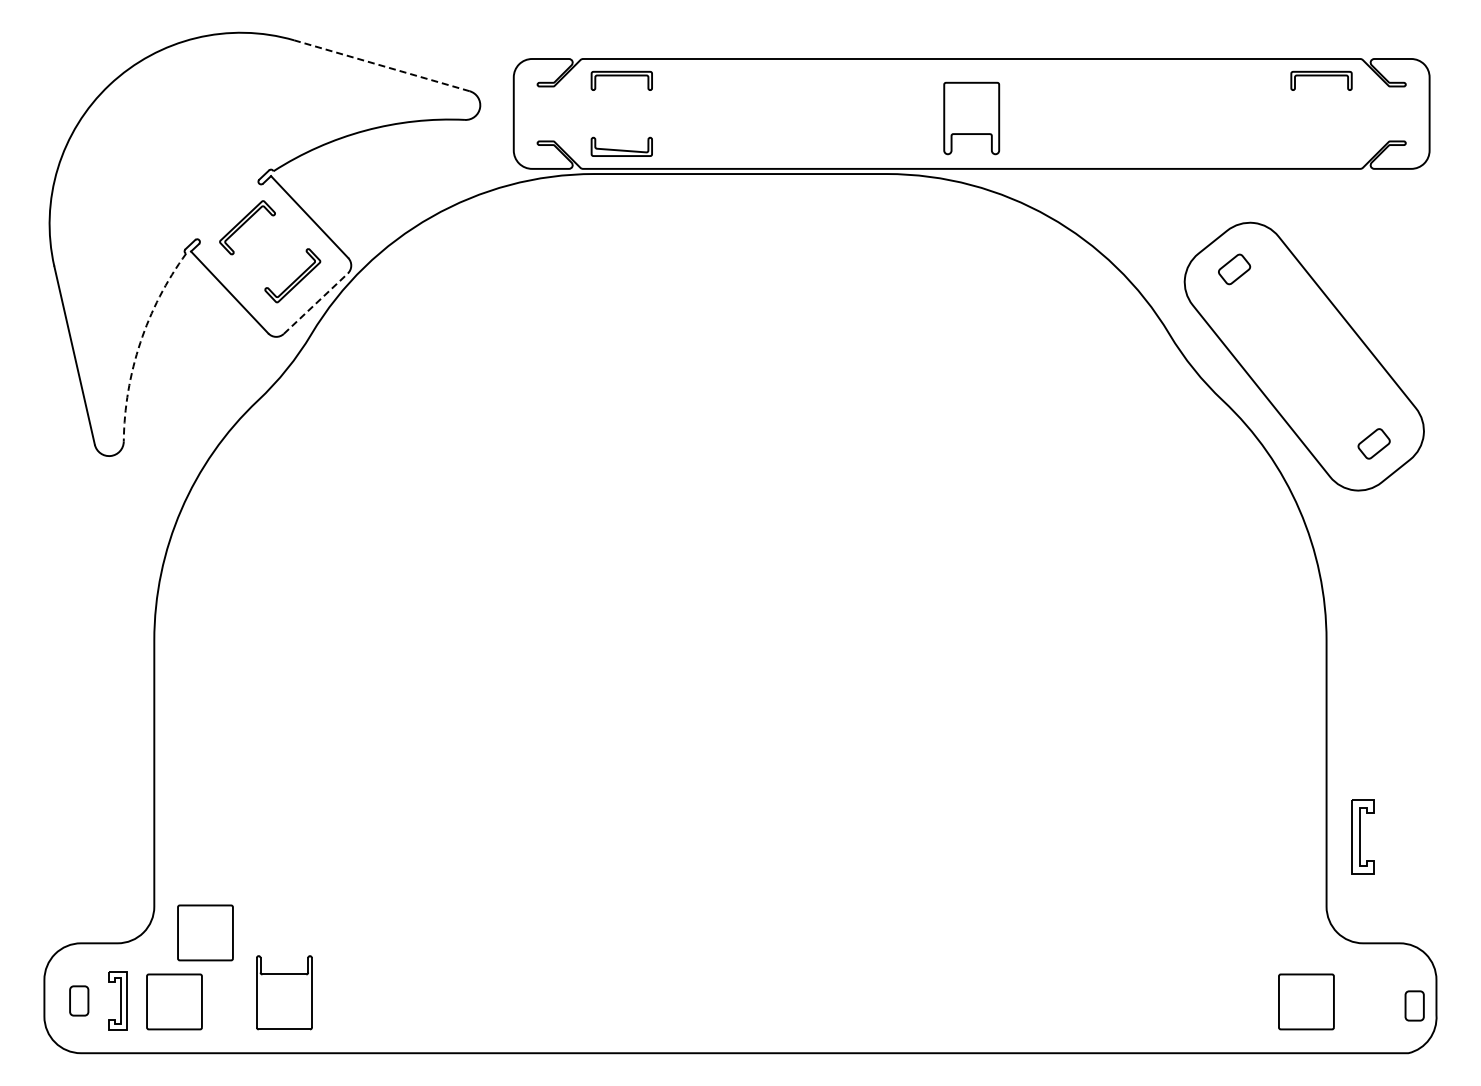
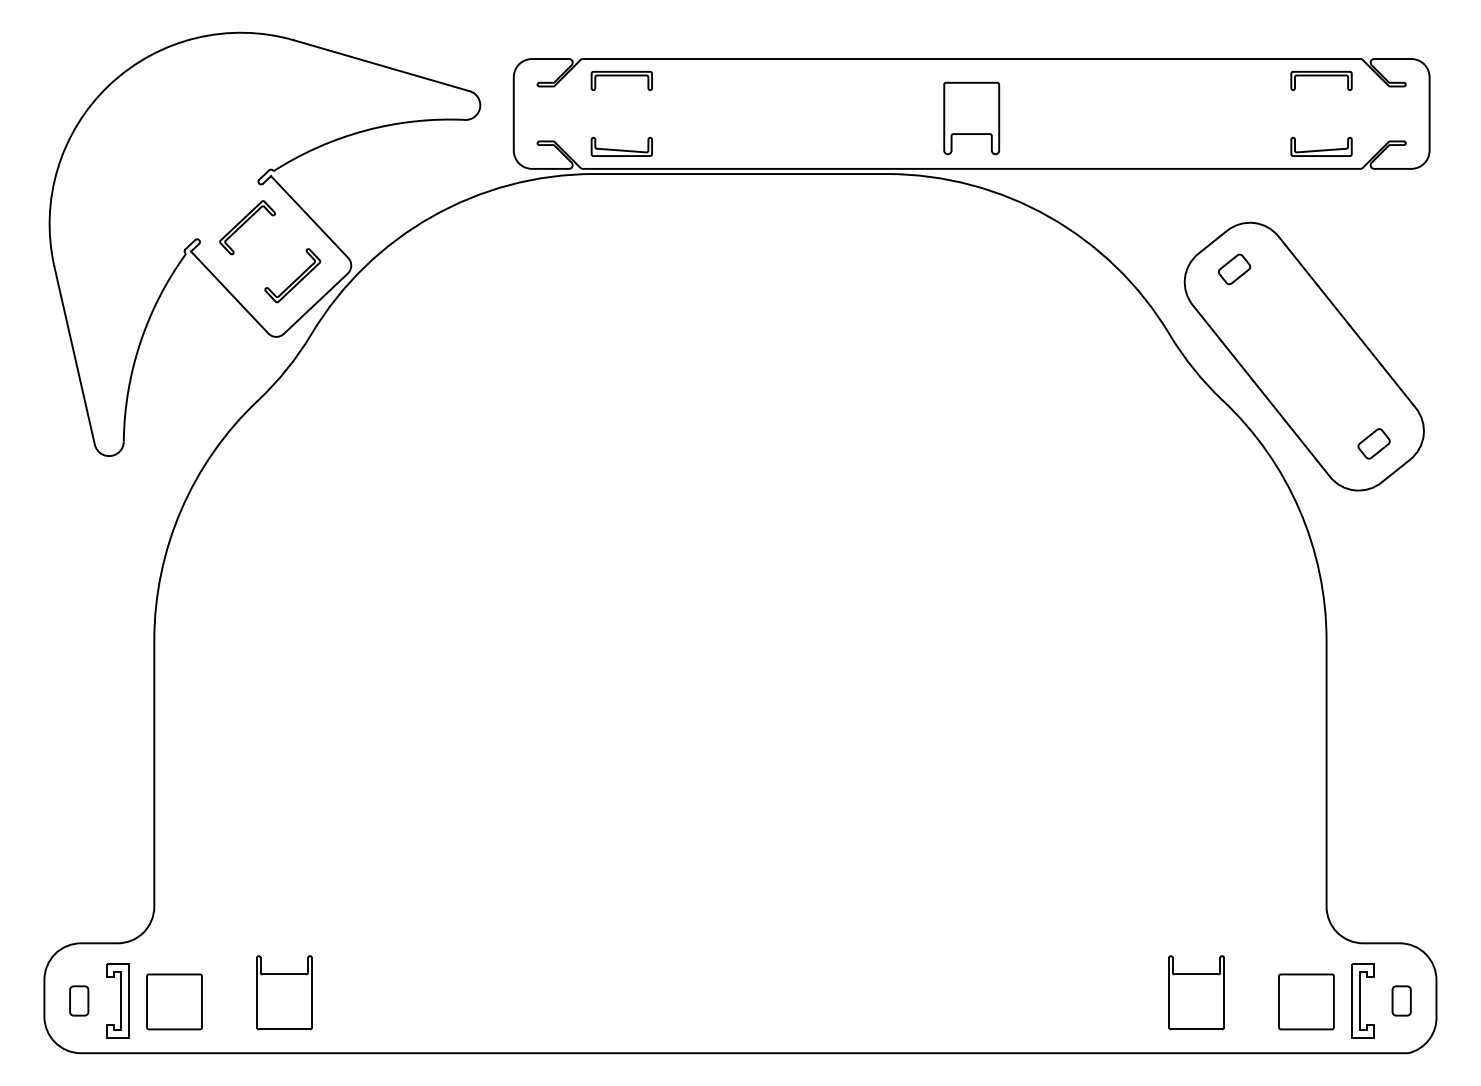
line at (381, 65): dashed -> solid
part at (1321, 146): none -> present
line at (315, 303): dashed -> solid
arc at (140, 342): dashed -> solid
part at (1362, 836) position: (1362, 836) -> (1362, 1000)
part at (205, 932): present -> none
part at (1196, 992): none -> present
part at (117, 1000) size: 20x60 px -> 24x76 px
part at (1414, 1005) position: (1414, 1005) -> (1401, 1000)
